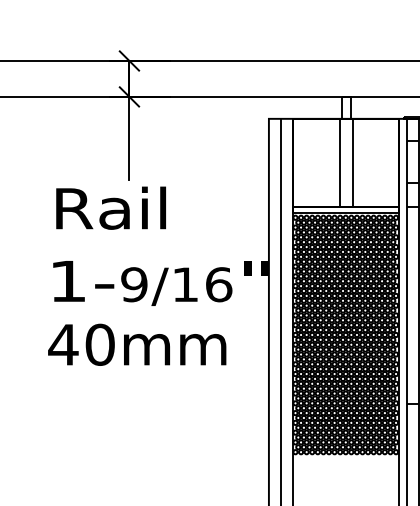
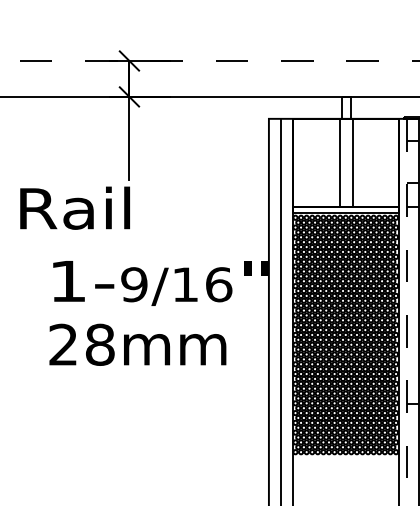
line at (209, 61): solid -> dashed
text at (110, 207) position: (110, 207) -> (74, 207)
line at (407, 312): solid -> dashed
text at (81, 344): 40mm -> 28mm
